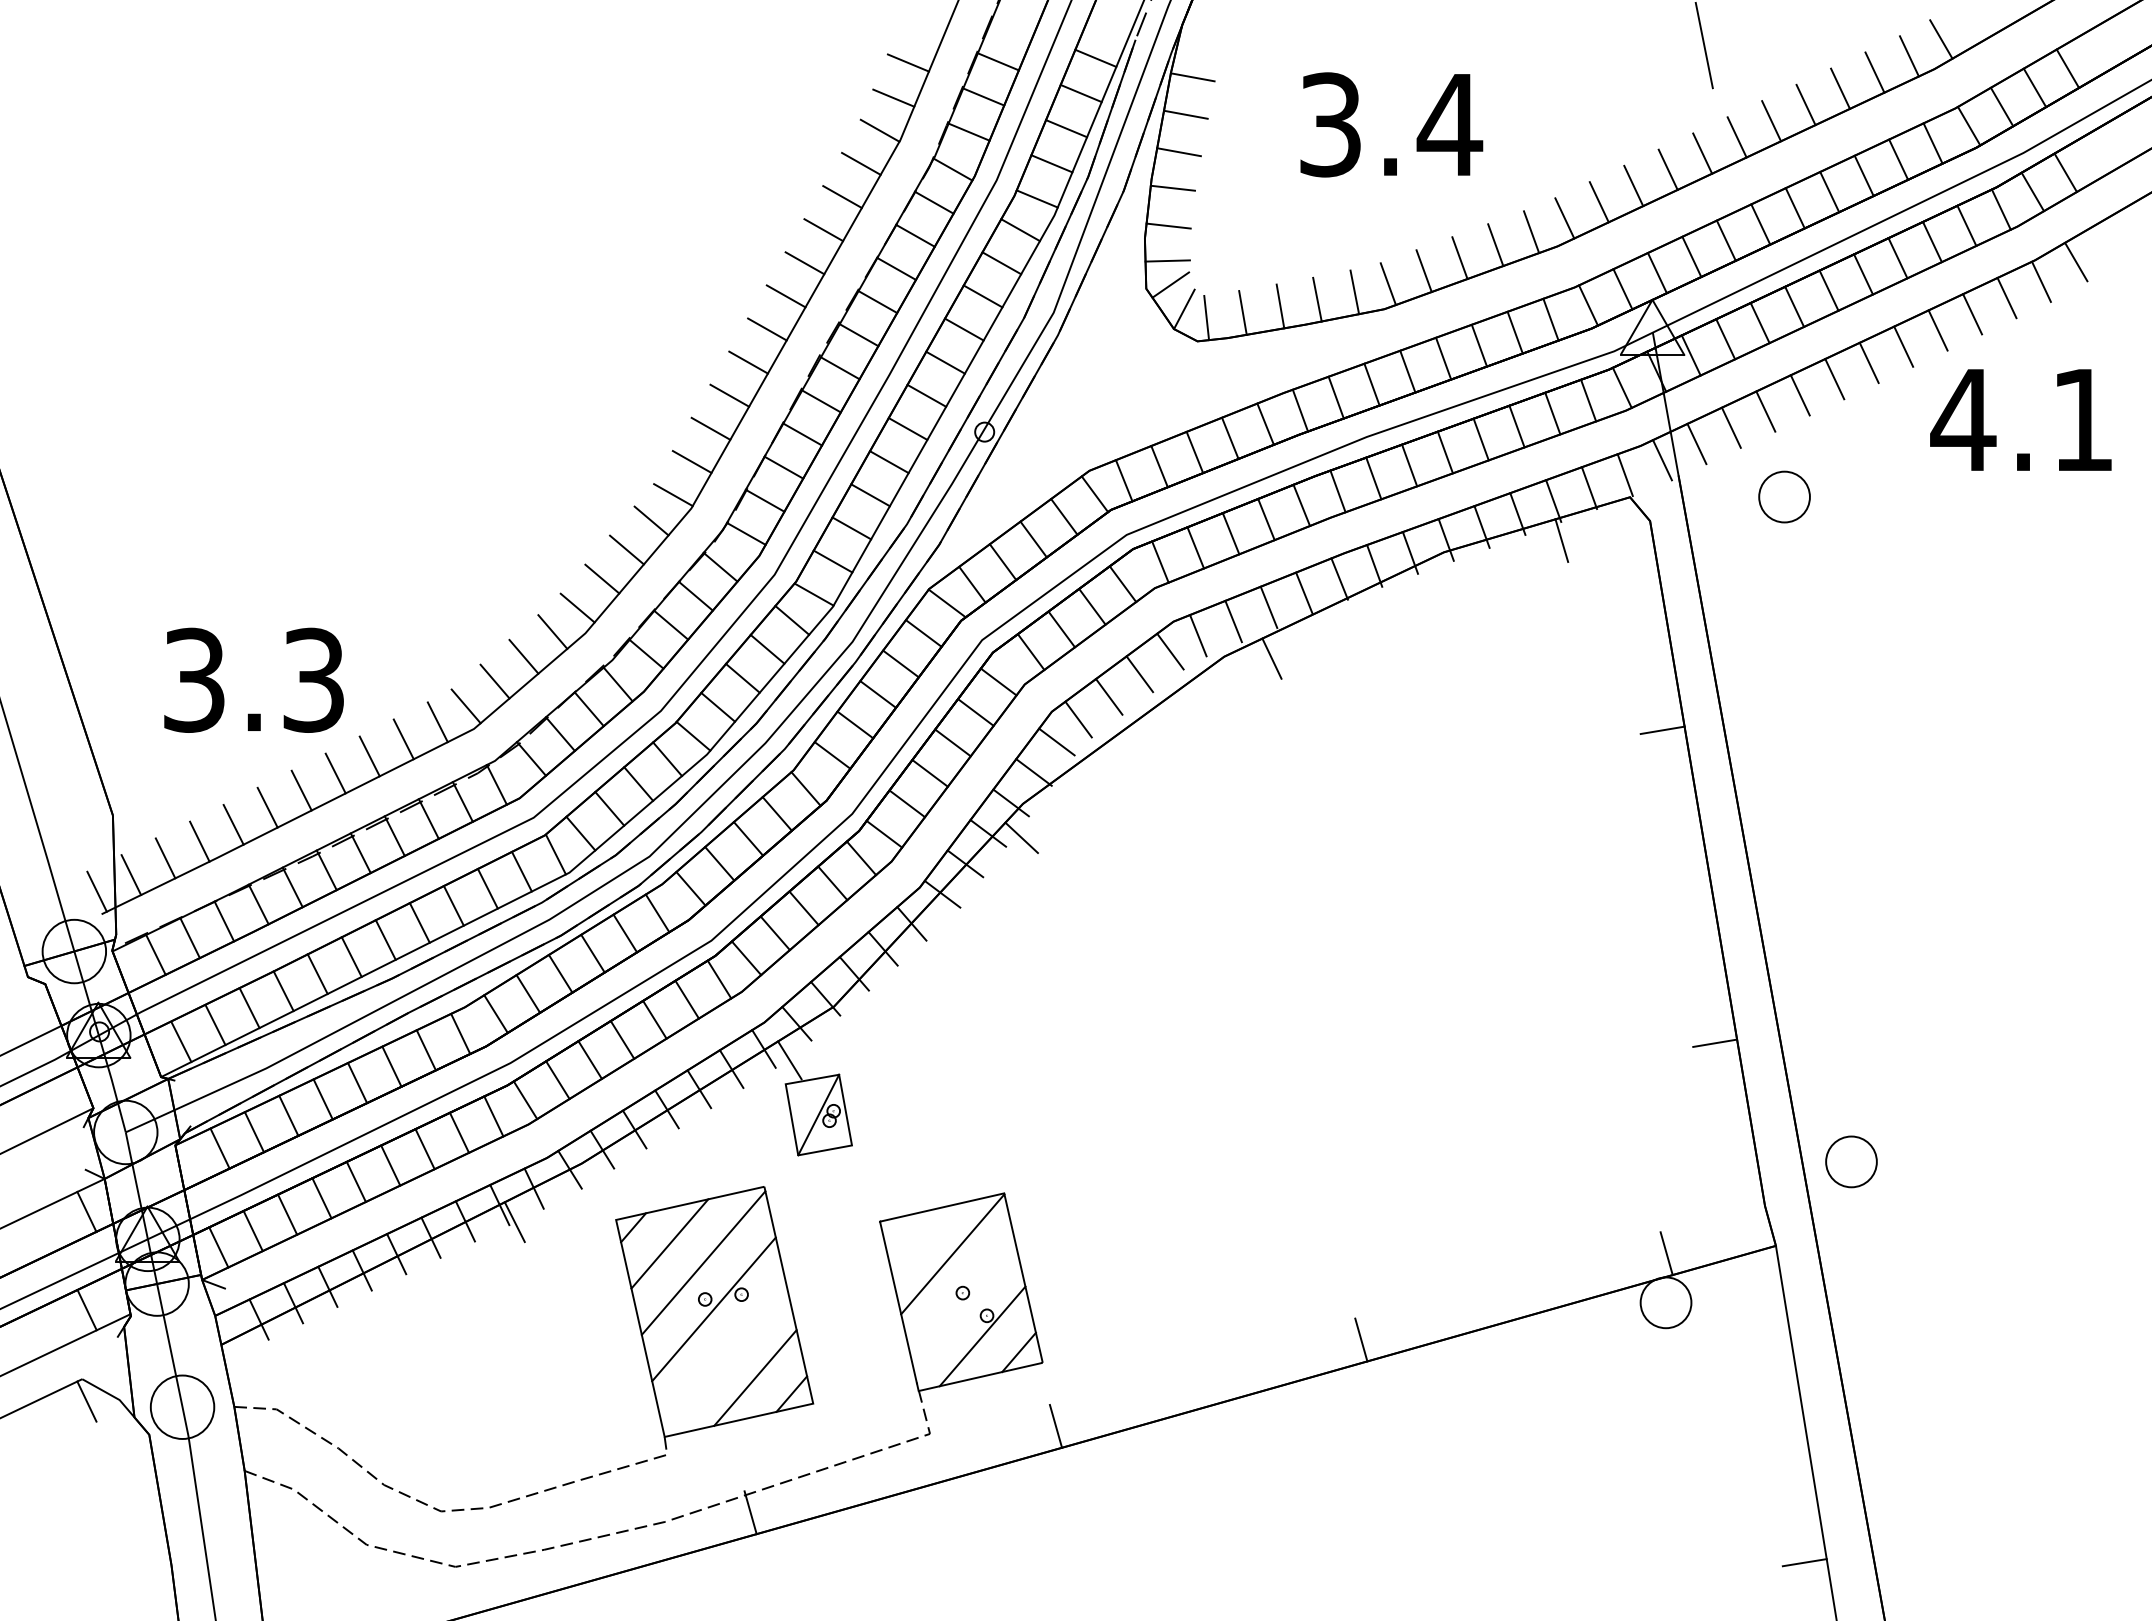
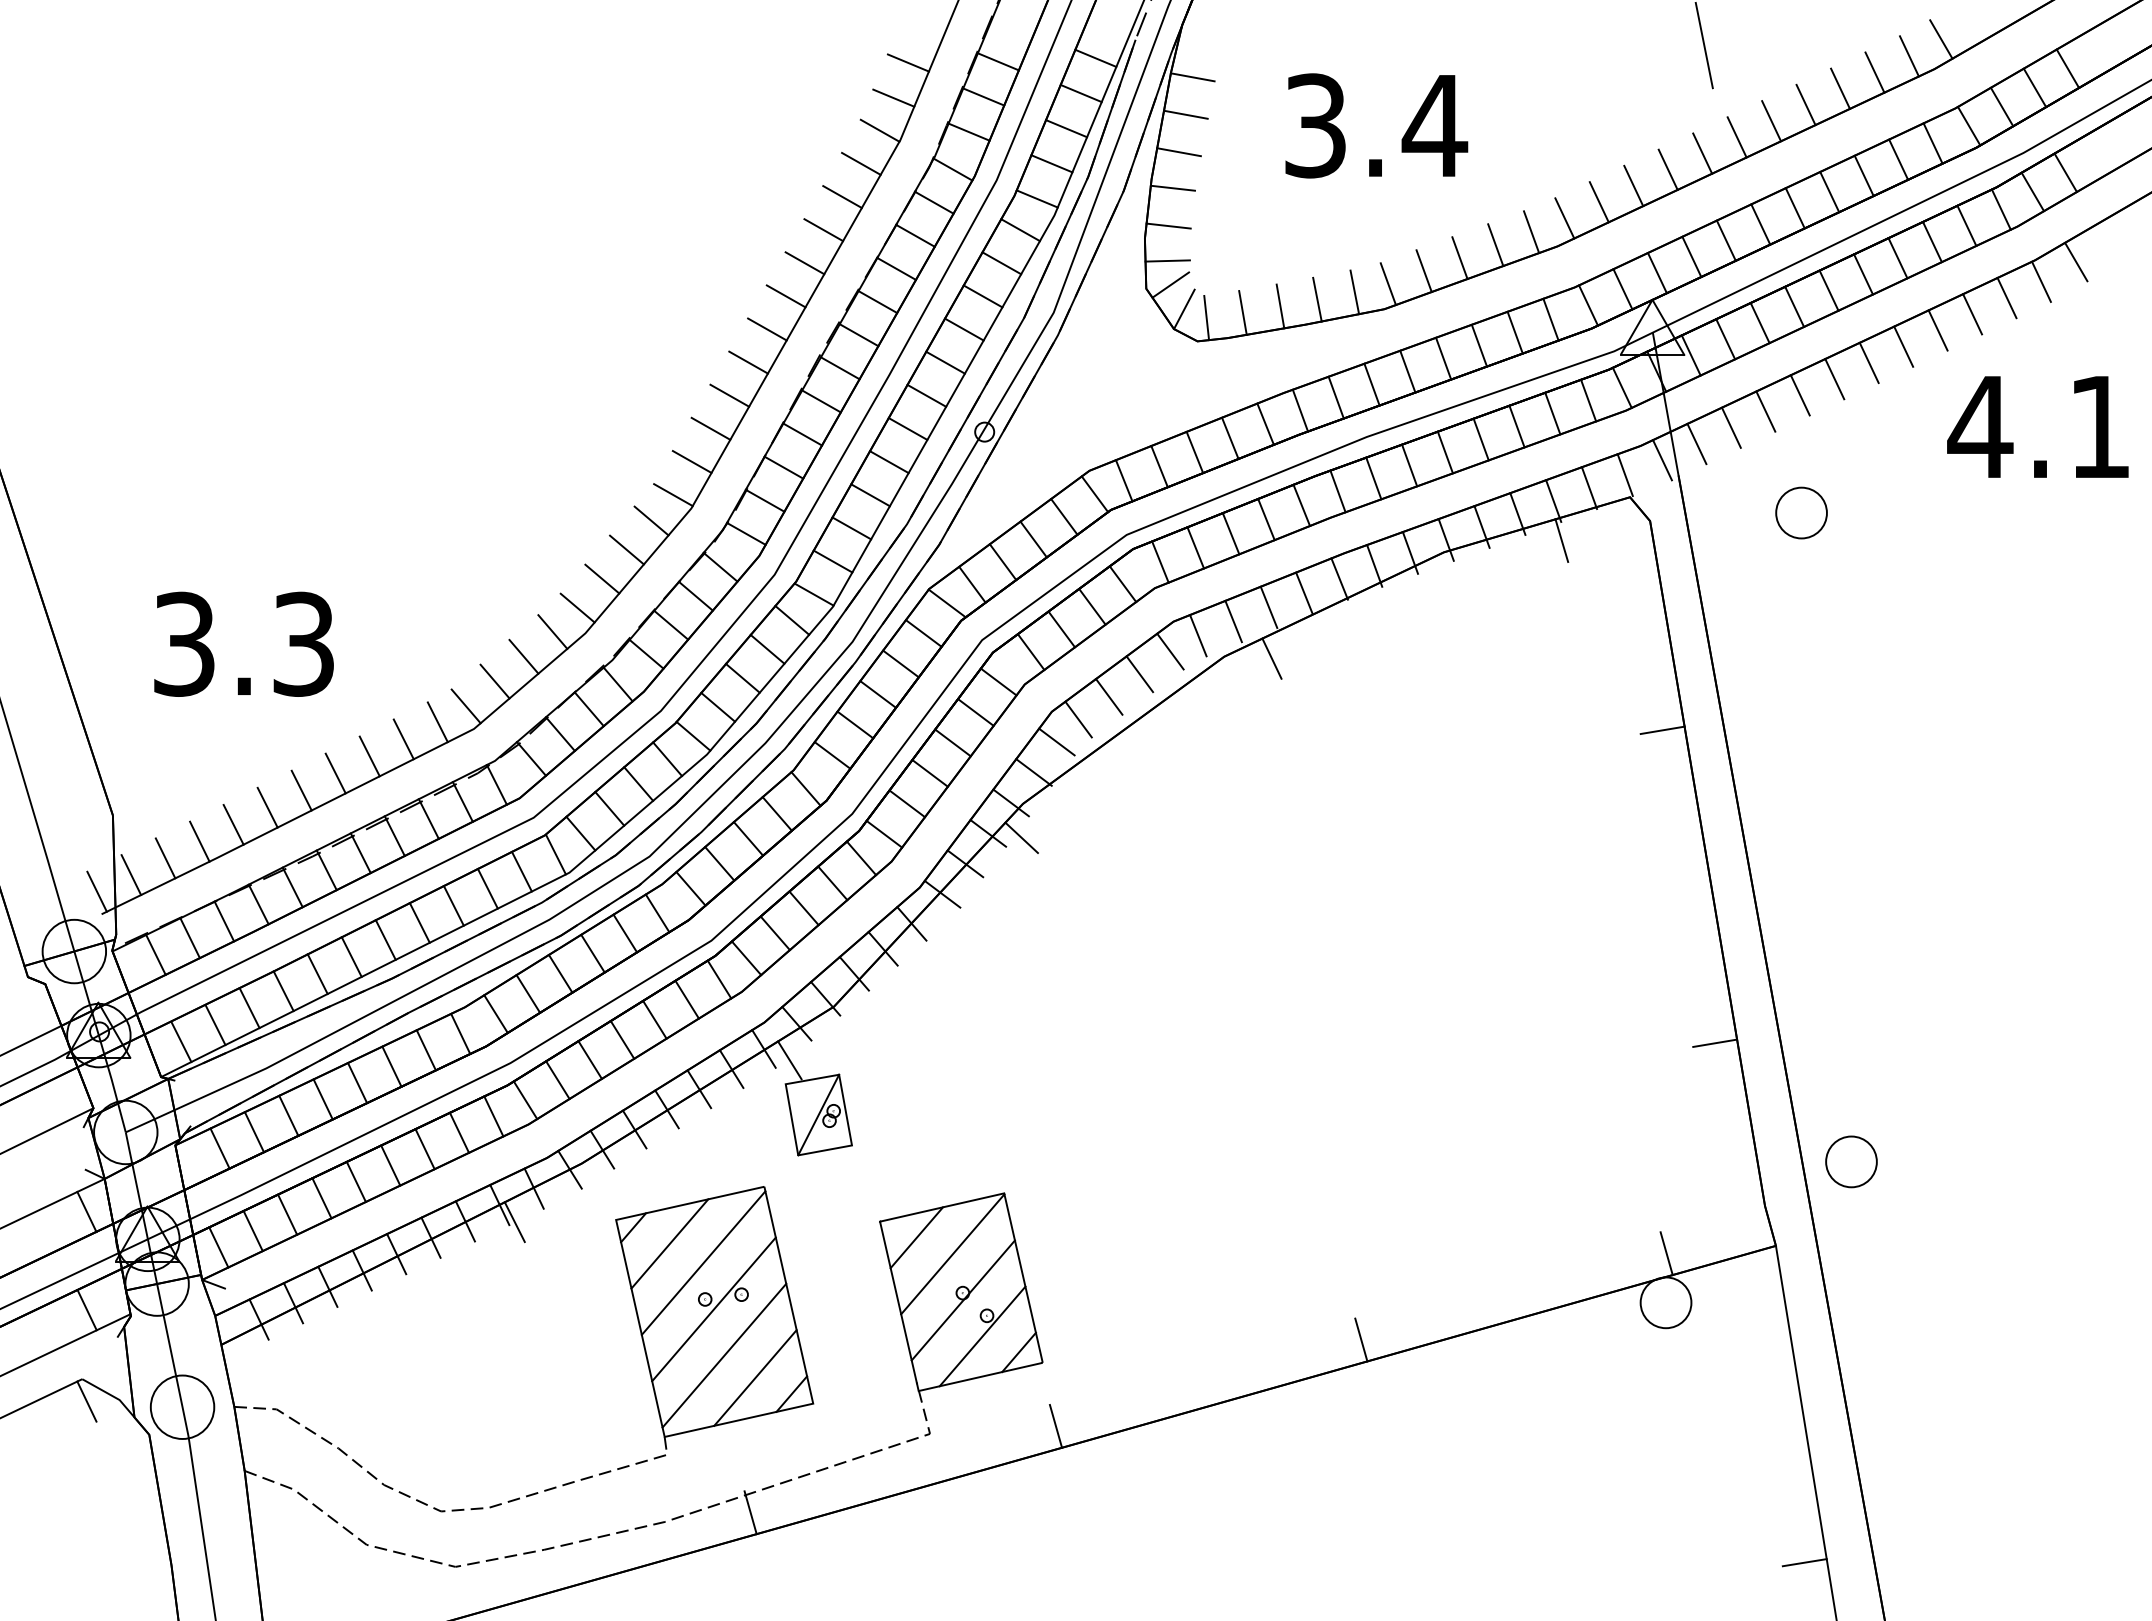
text at (1391, 124) position: (1391, 124) -> (1376, 125)
text at (2020, 419) position: (2020, 419) -> (2037, 426)
part at (1784, 496) position: (1784, 496) -> (1801, 512)
text at (253, 679) position: (253, 679) -> (243, 643)
line at (916, 1237): none -> present
line at (962, 1300): none -> present
line at (724, 1355): none -> present
